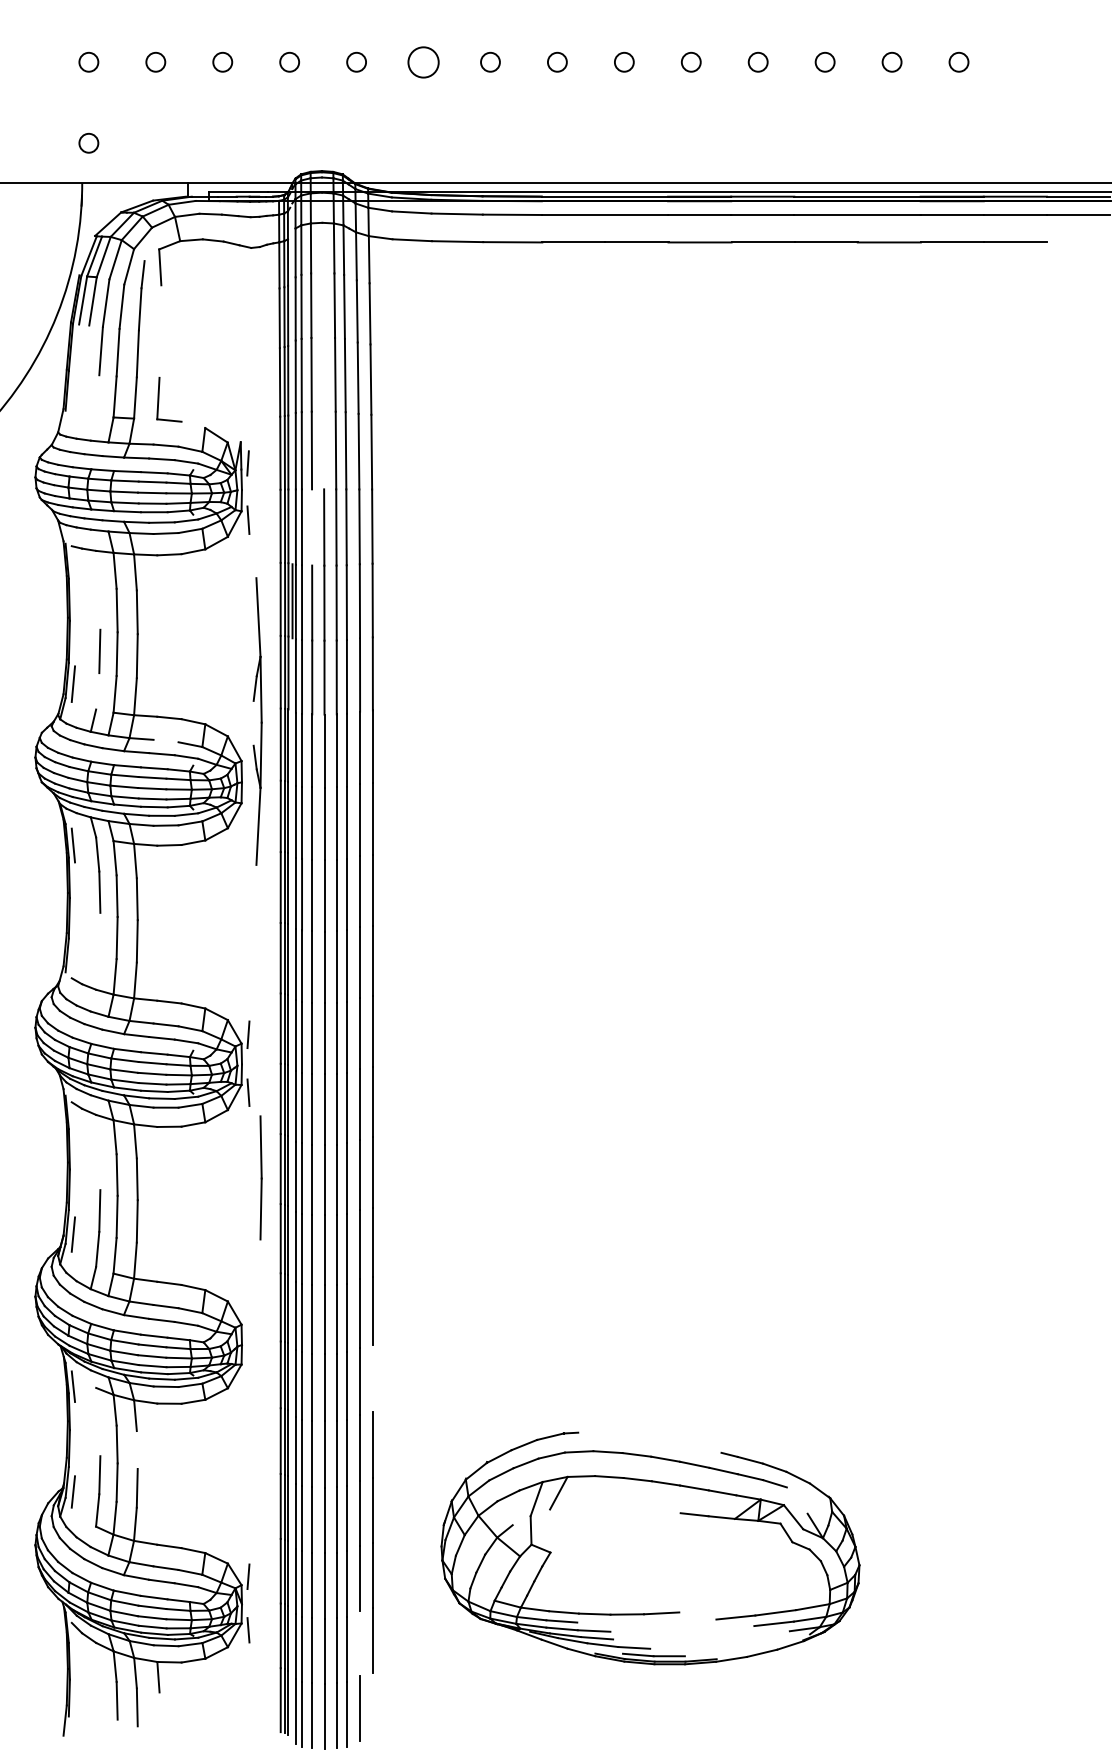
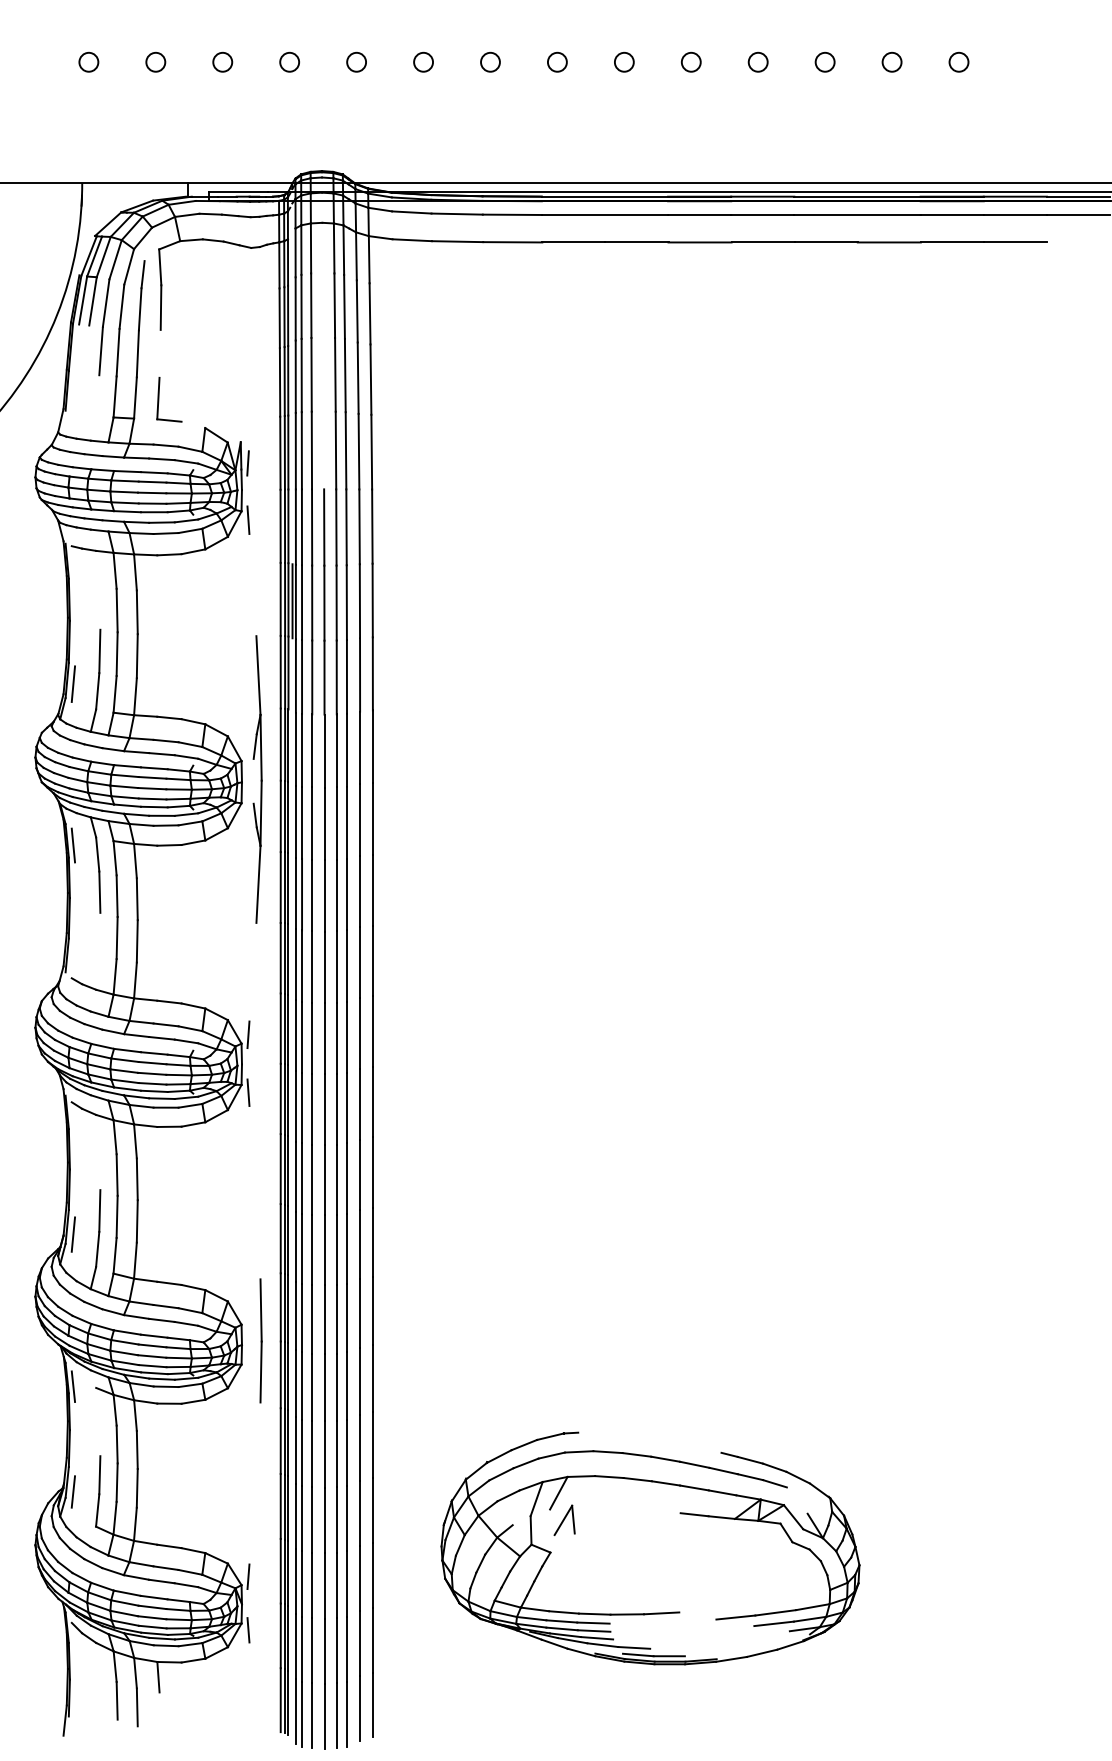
circle at (423, 62) size: 33x33 px -> 21x22 px
circle at (88, 142): present -> none
line at (160, 307): none -> present
line at (312, 527): none -> present
line at (97, 691): none -> present
part at (257, 721) position: (257, 721) -> (257, 779)
line at (165, 740): none -> present
line at (260, 1177) position: (260, 1177) -> (260, 1340)
line at (372, 1378): none -> present
line at (136, 1449): none -> present
part at (564, 1519): none -> present
line at (593, 1622): none -> present
line at (360, 1643): none -> present
line at (372, 1705): none -> present
